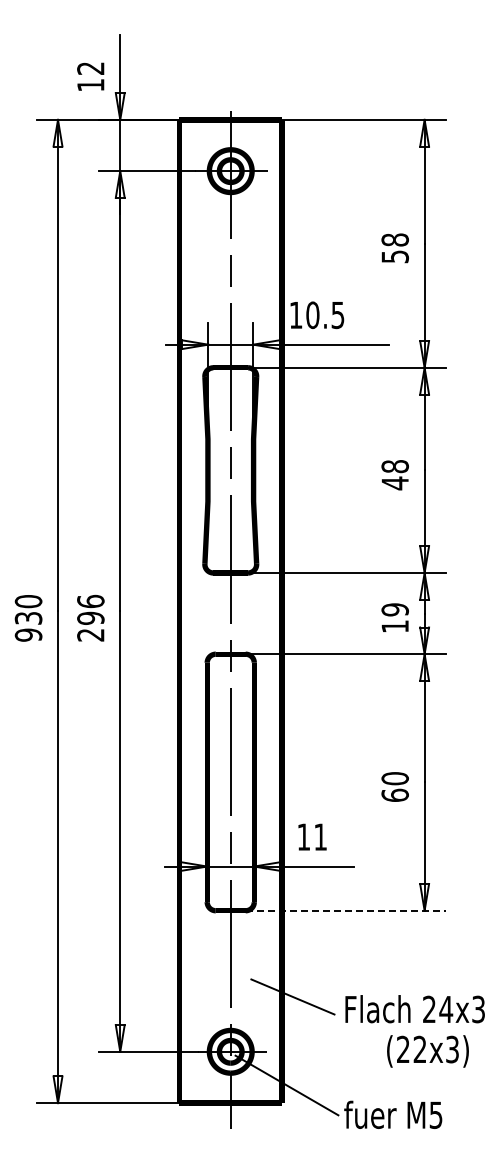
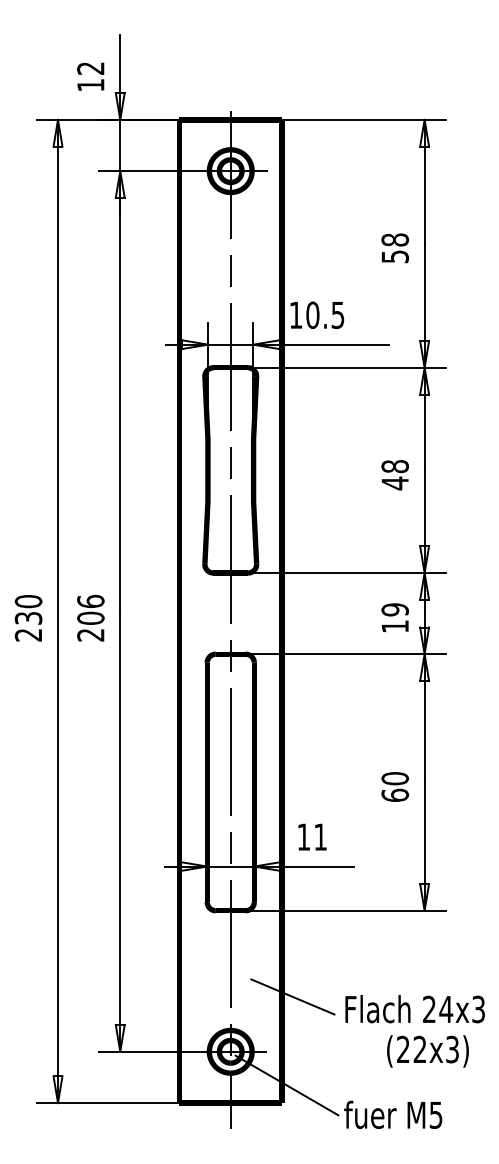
text at (90, 617): 296 -> 206
text at (28, 634): 930 -> 230
line at (346, 910): dashed -> solid
